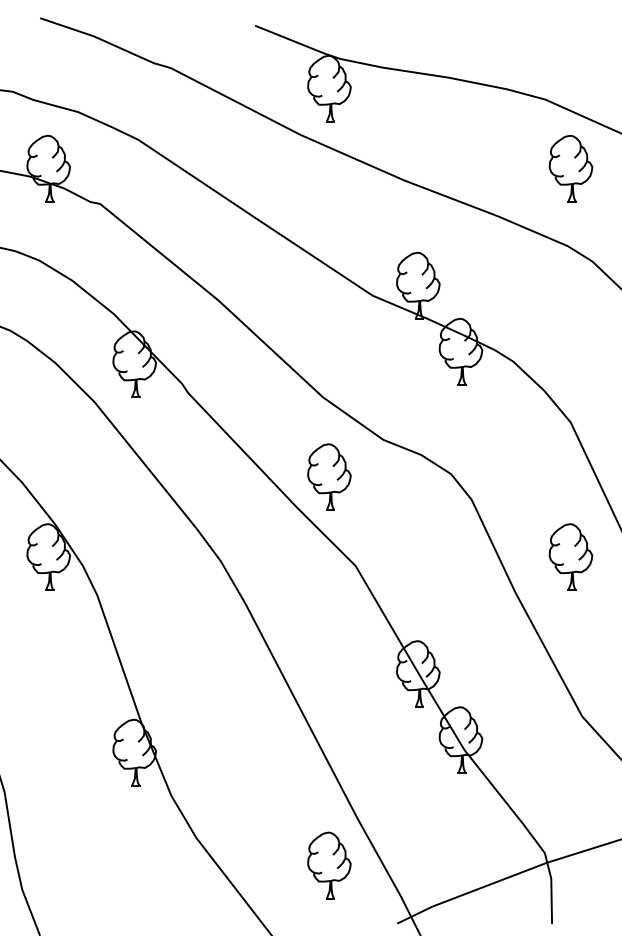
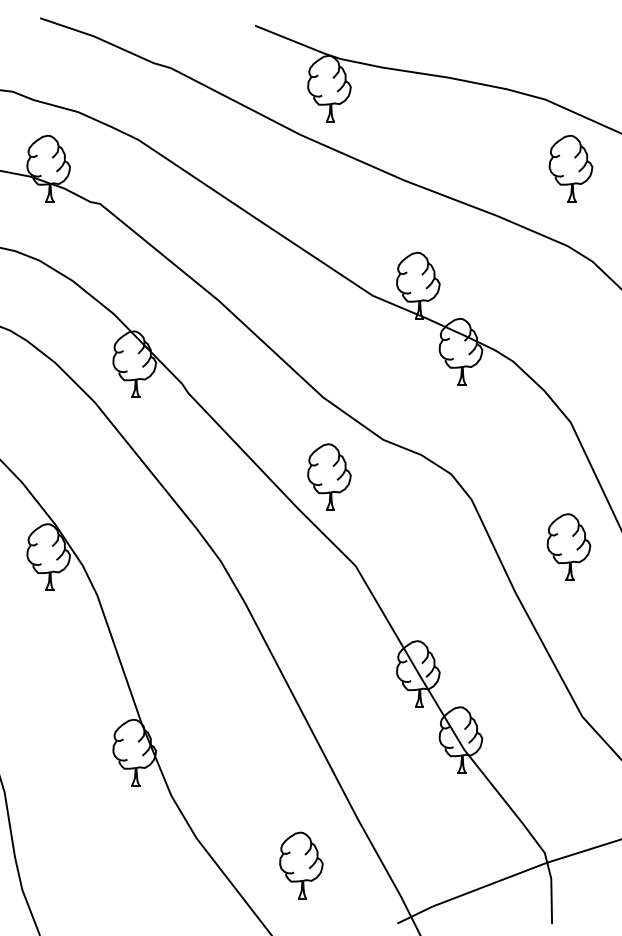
part at (570, 556) position: (570, 556) -> (568, 546)
part at (329, 865) position: (329, 865) -> (301, 865)
